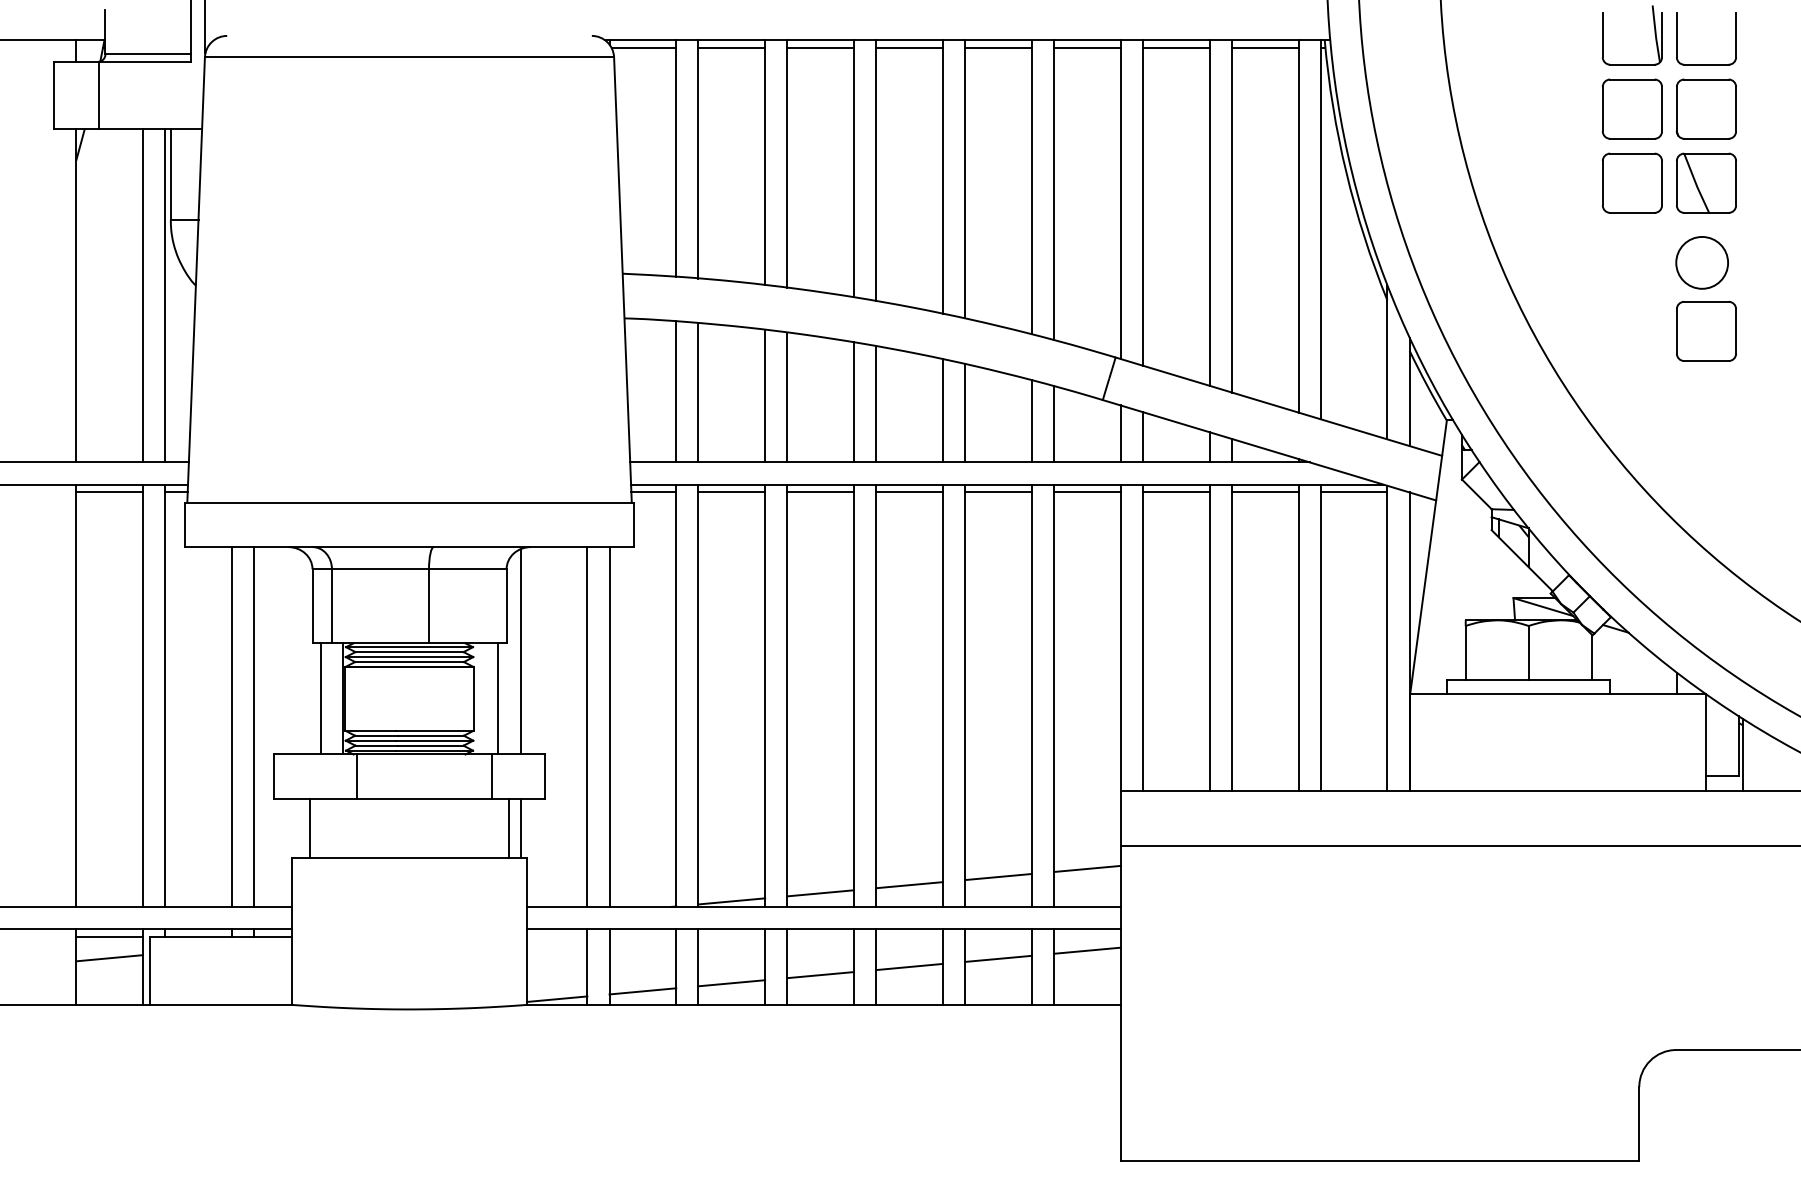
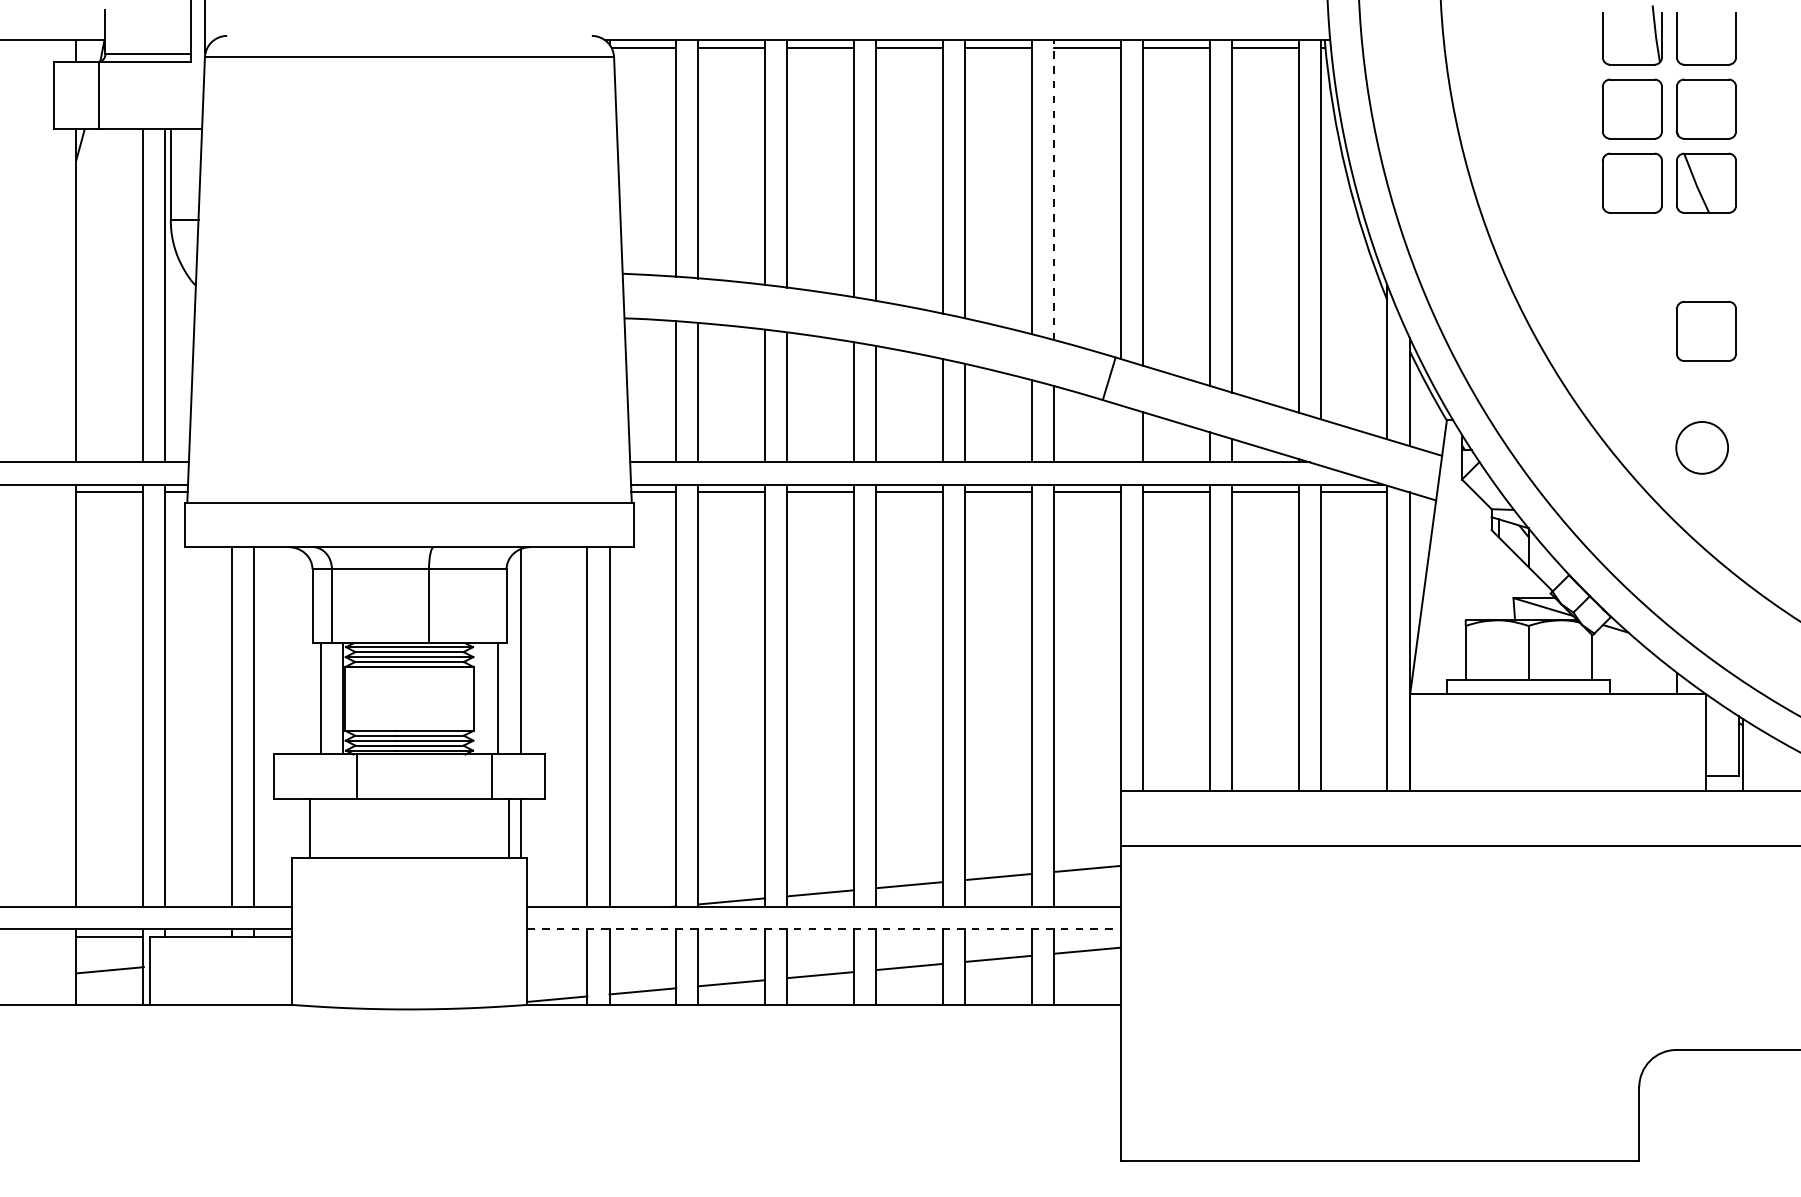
line at (1054, 189): solid -> dashed
circle at (1701, 262) position: (1701, 262) -> (1701, 447)
line at (1120, 433): present -> none
line at (824, 929): solid -> dashed
line at (109, 958) position: (109, 958) -> (110, 970)
